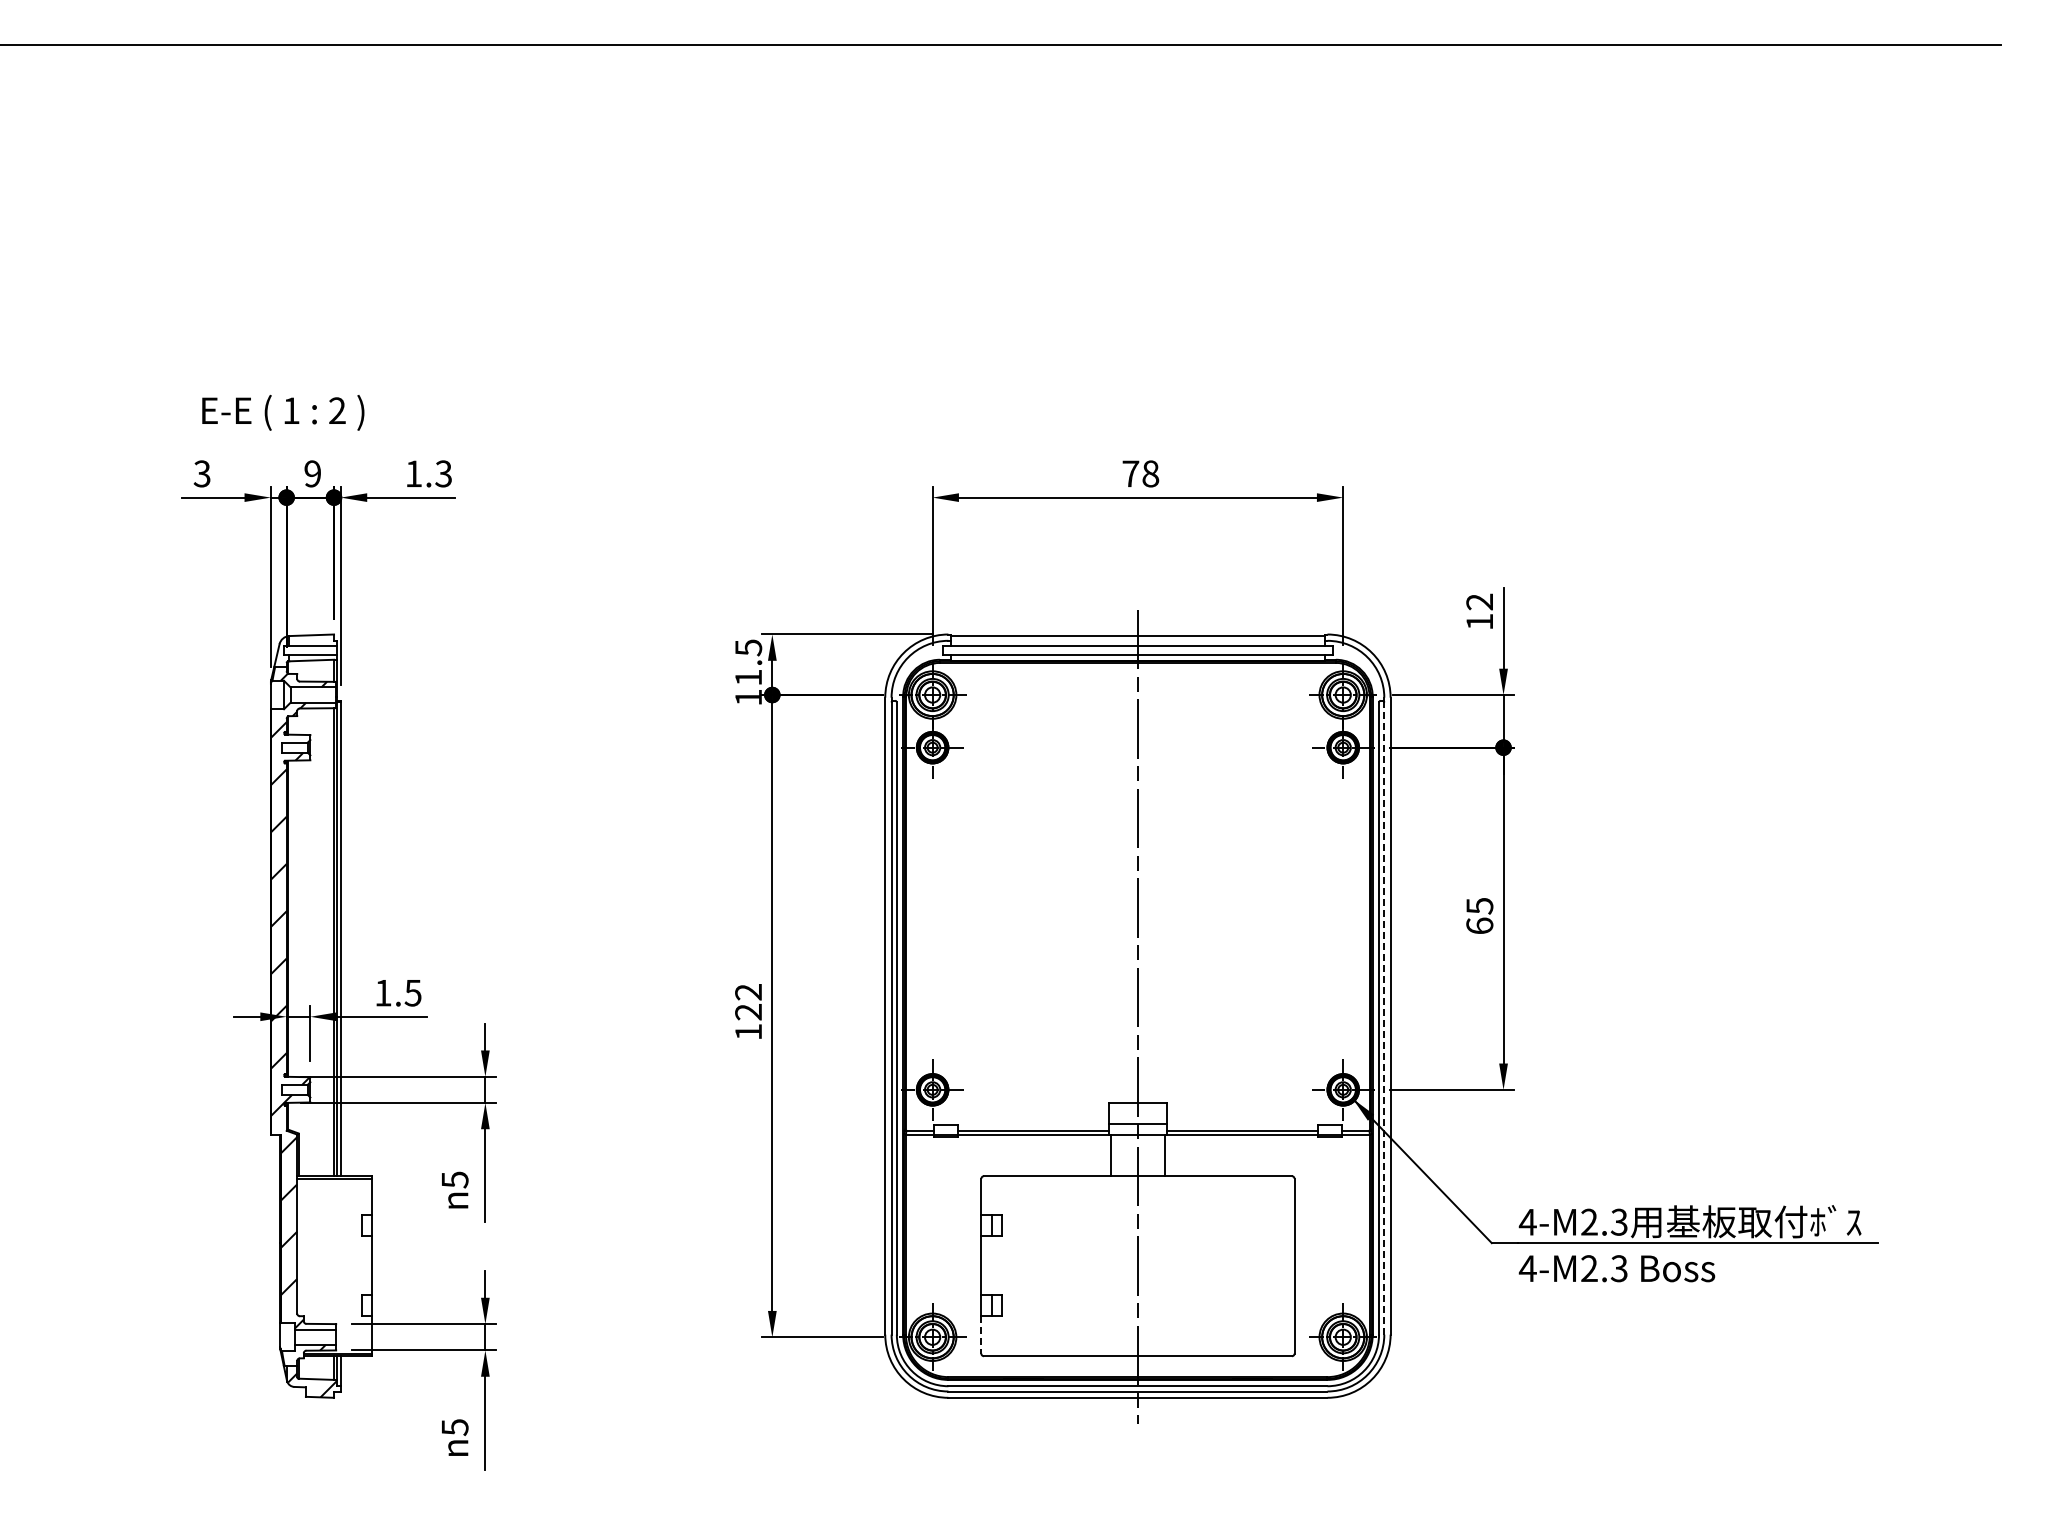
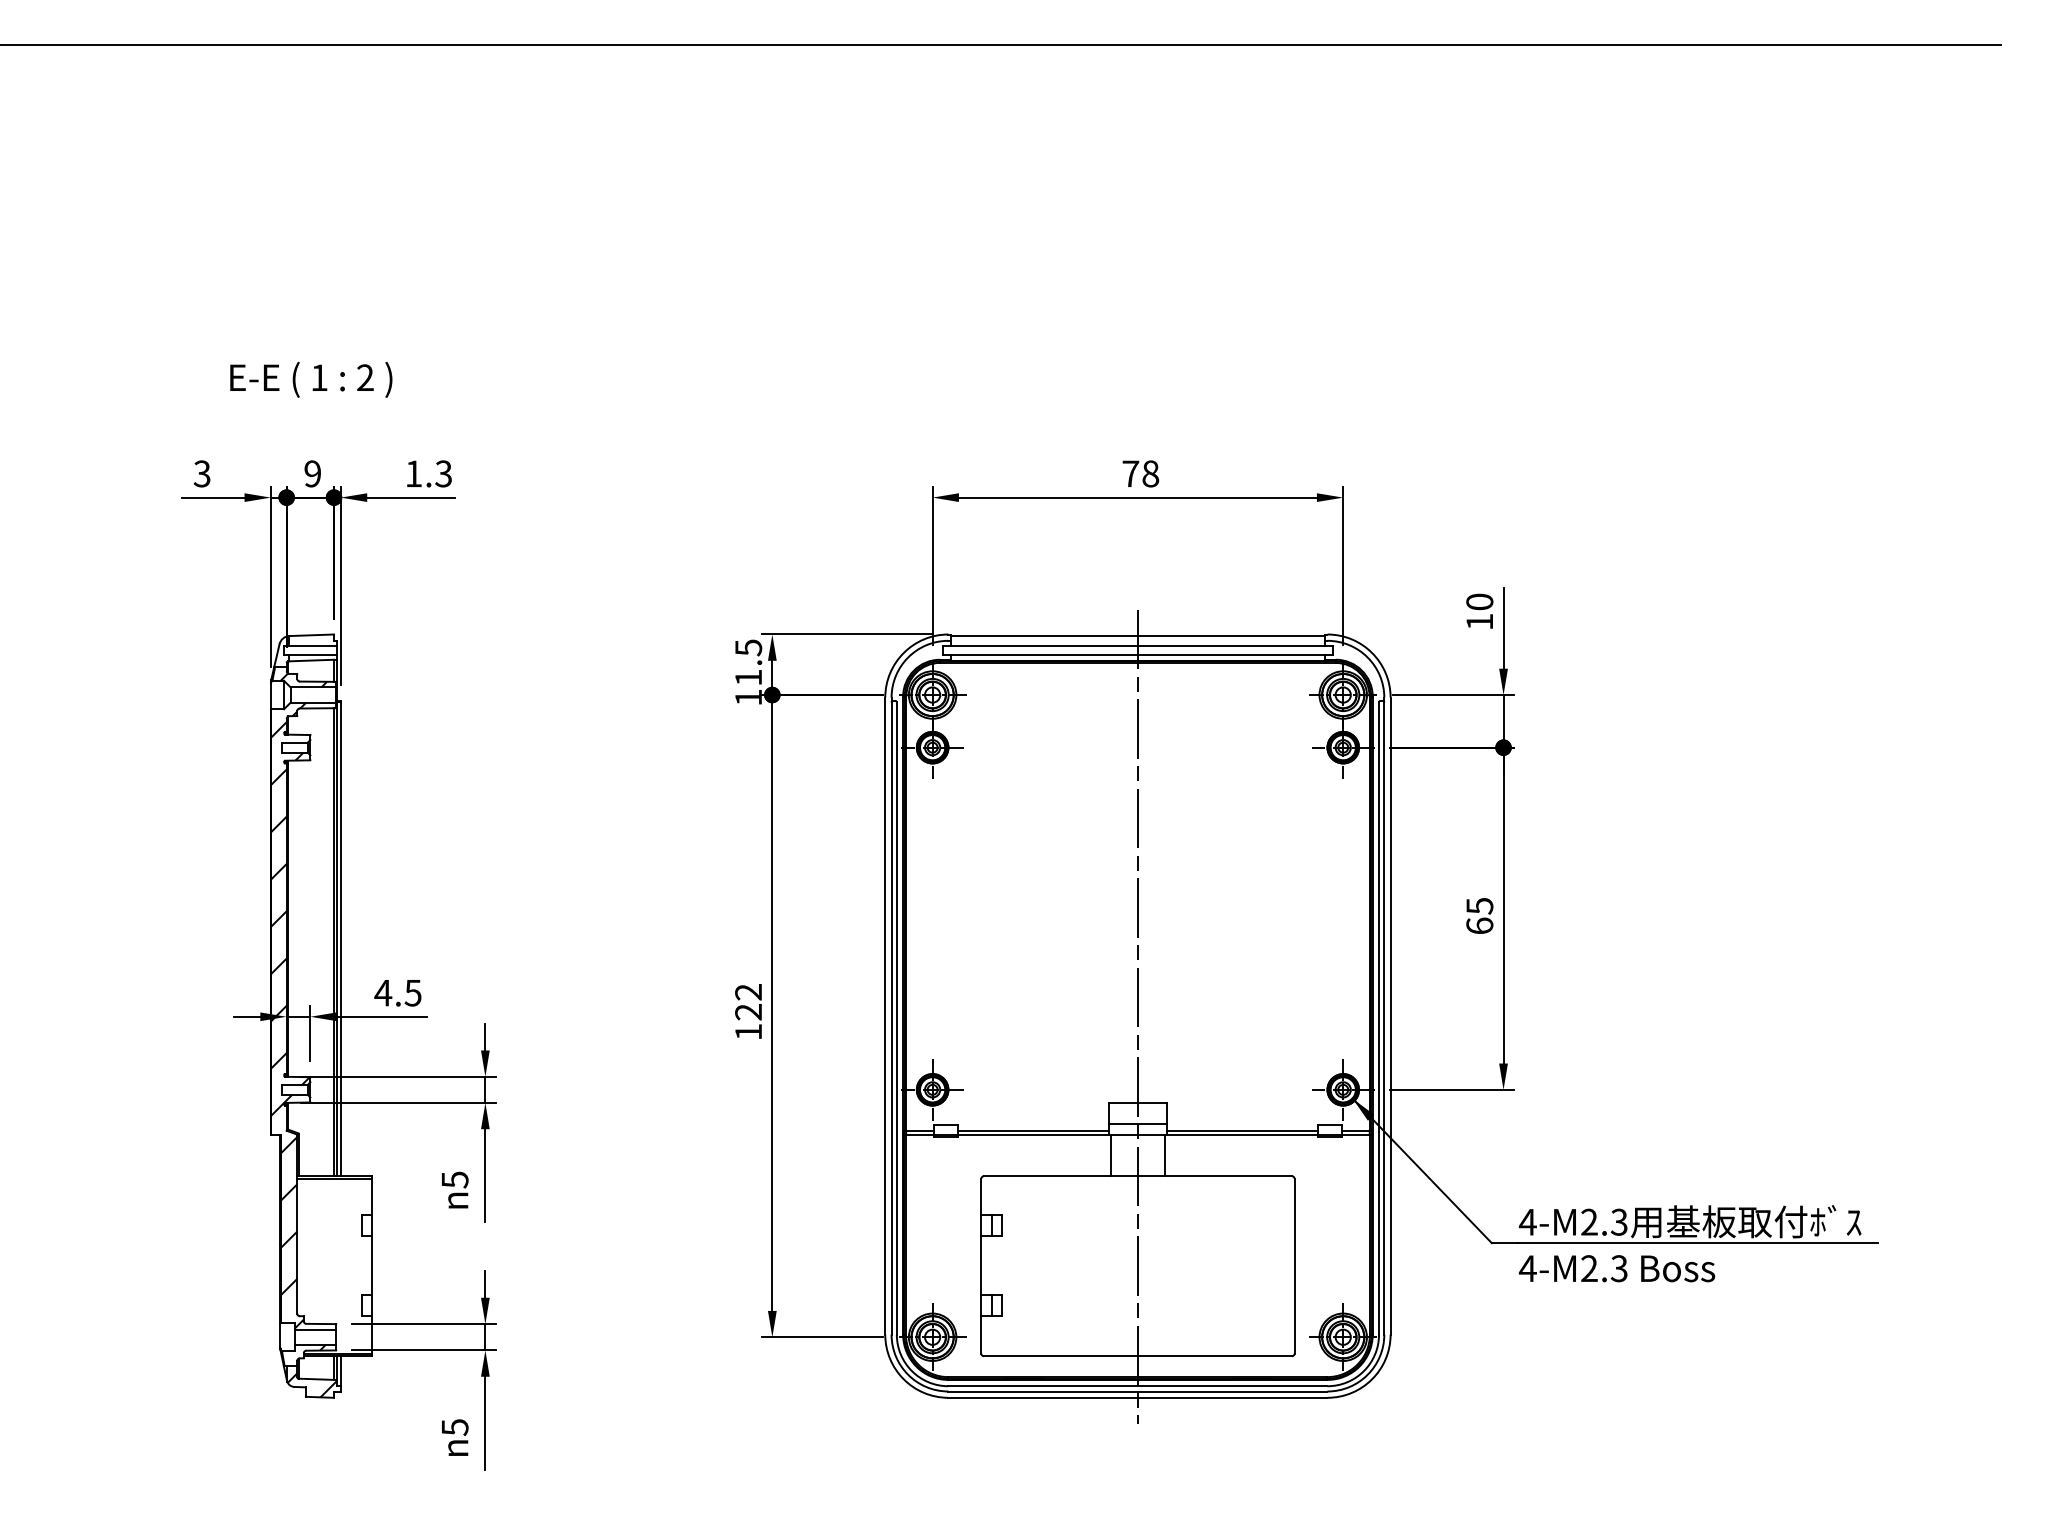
text at (283, 412) position: (283, 412) -> (311, 379)
text at (1479, 601): 12 -> 10
text at (383, 993): 1.5 -> 4.5
line at (1384, 1018): dashed -> solid
line at (981, 1335): dashed -> solid
